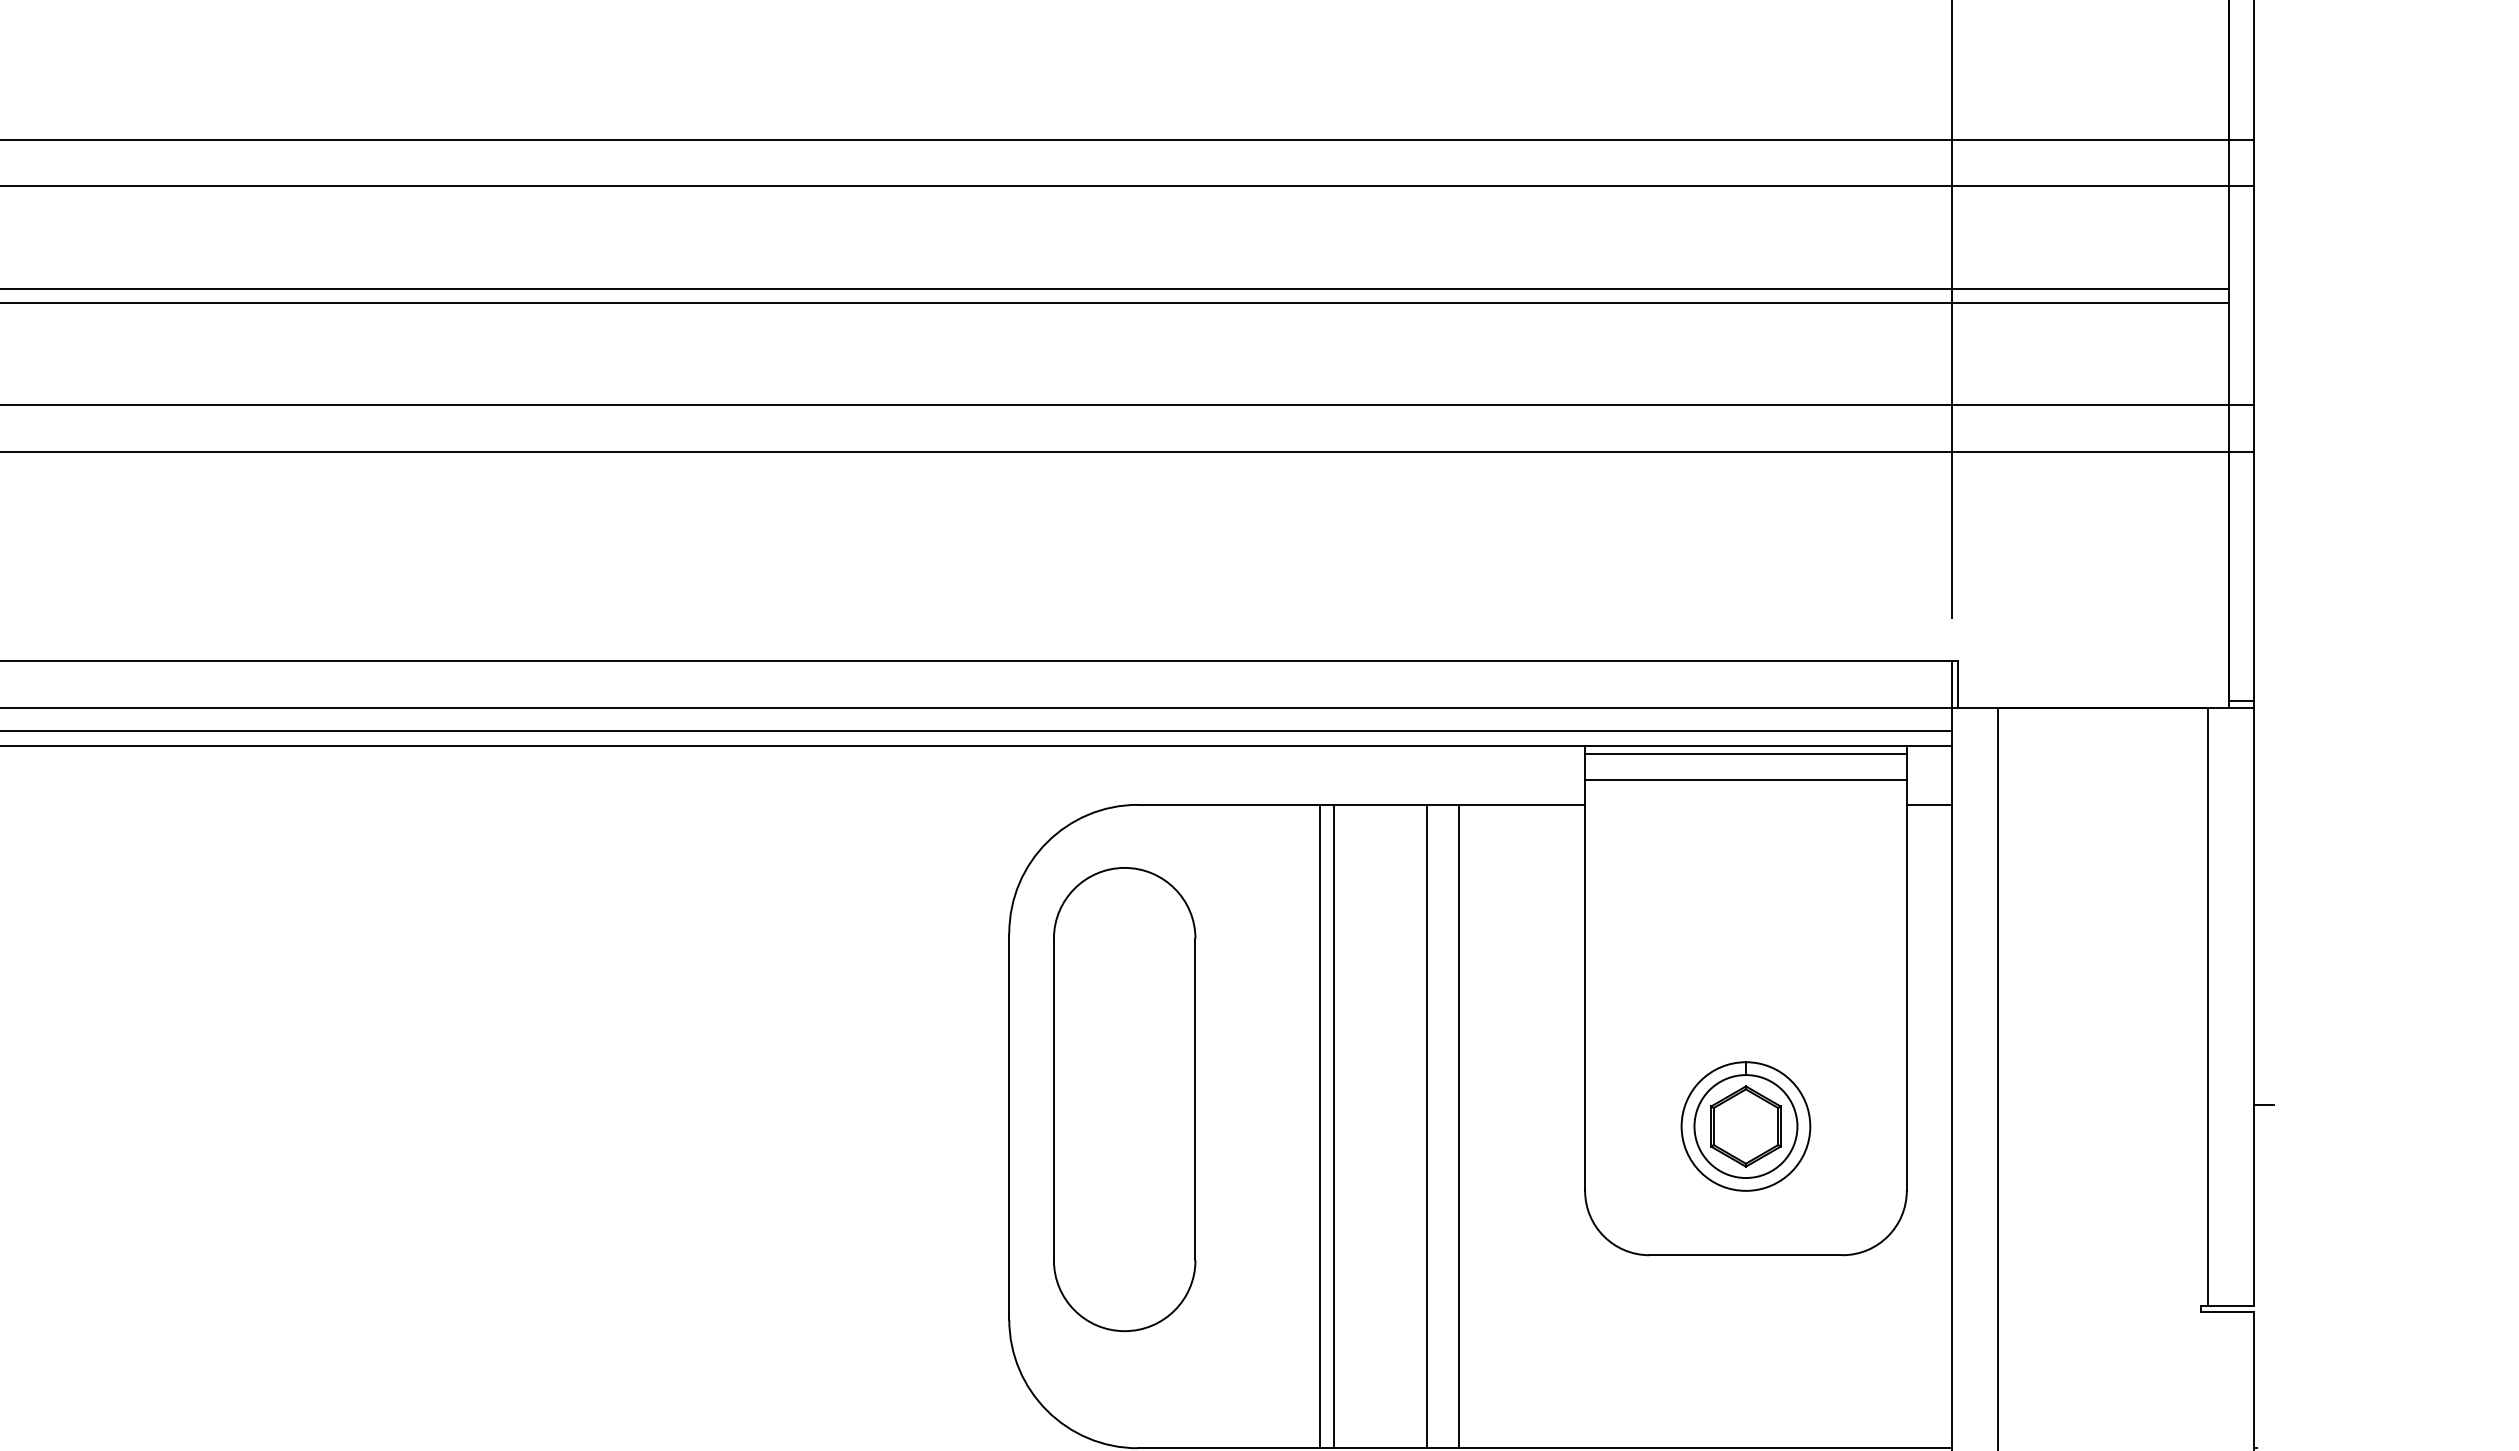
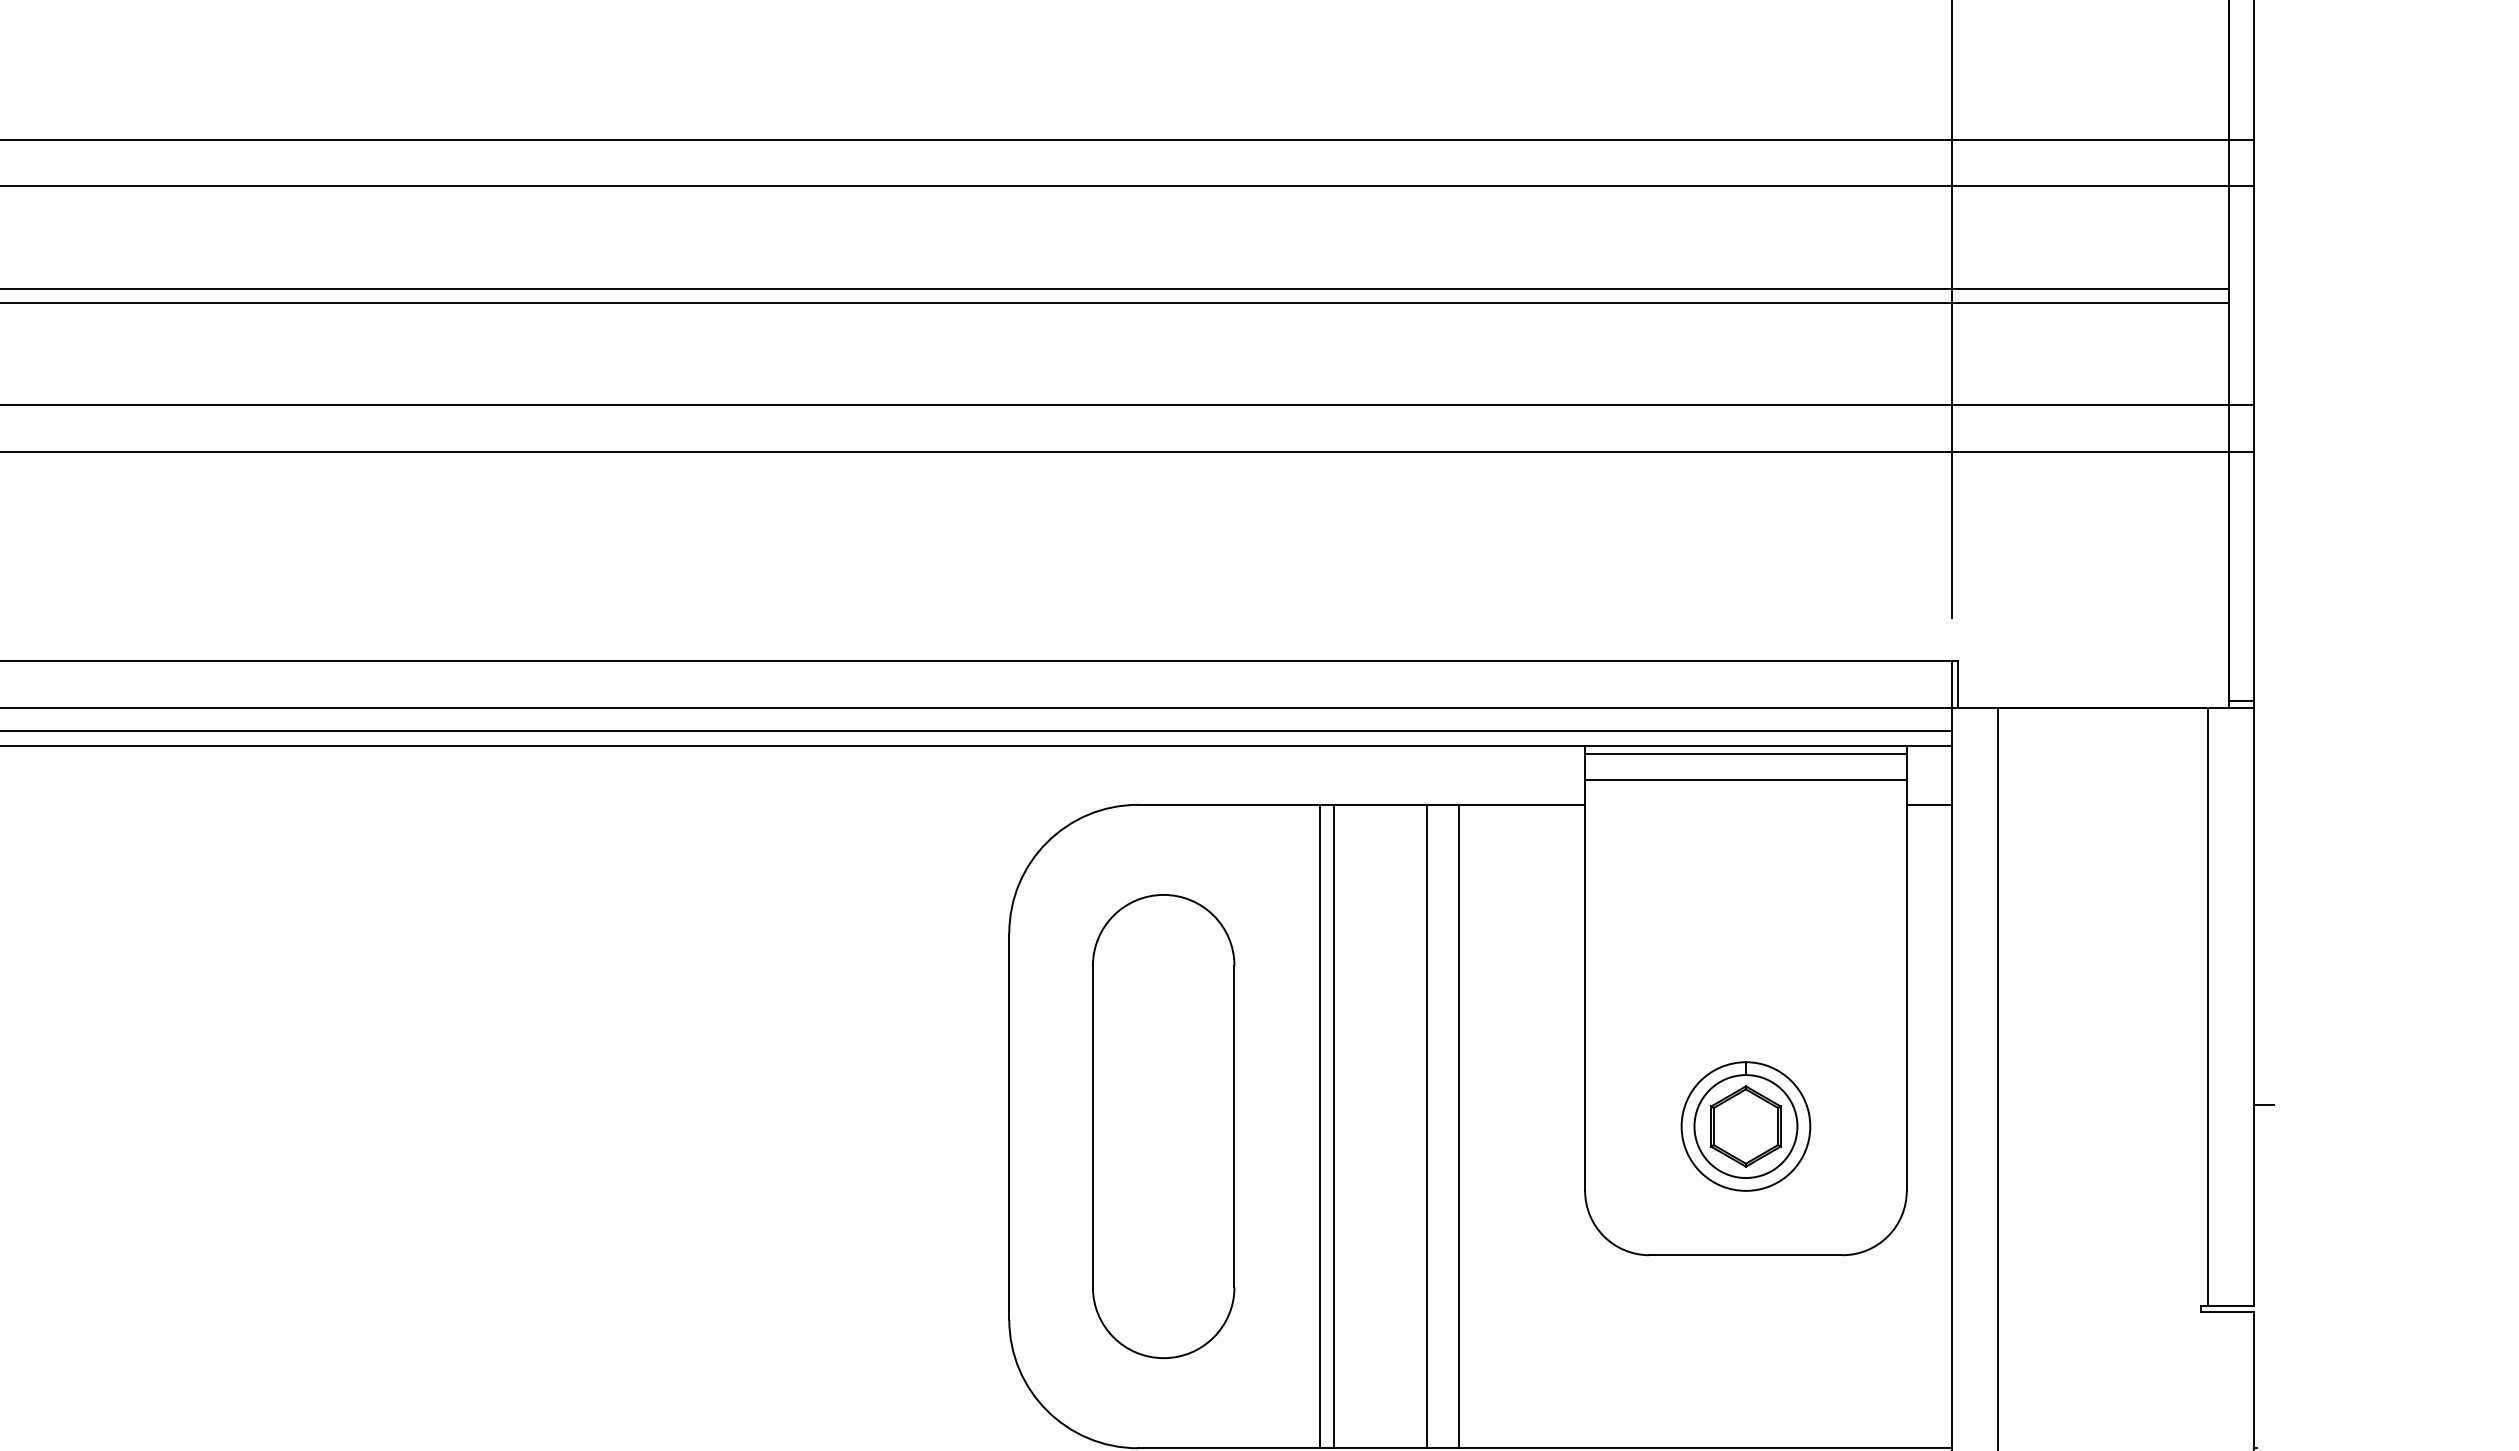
part at (1124, 1099) position: (1124, 1099) -> (1163, 1126)
